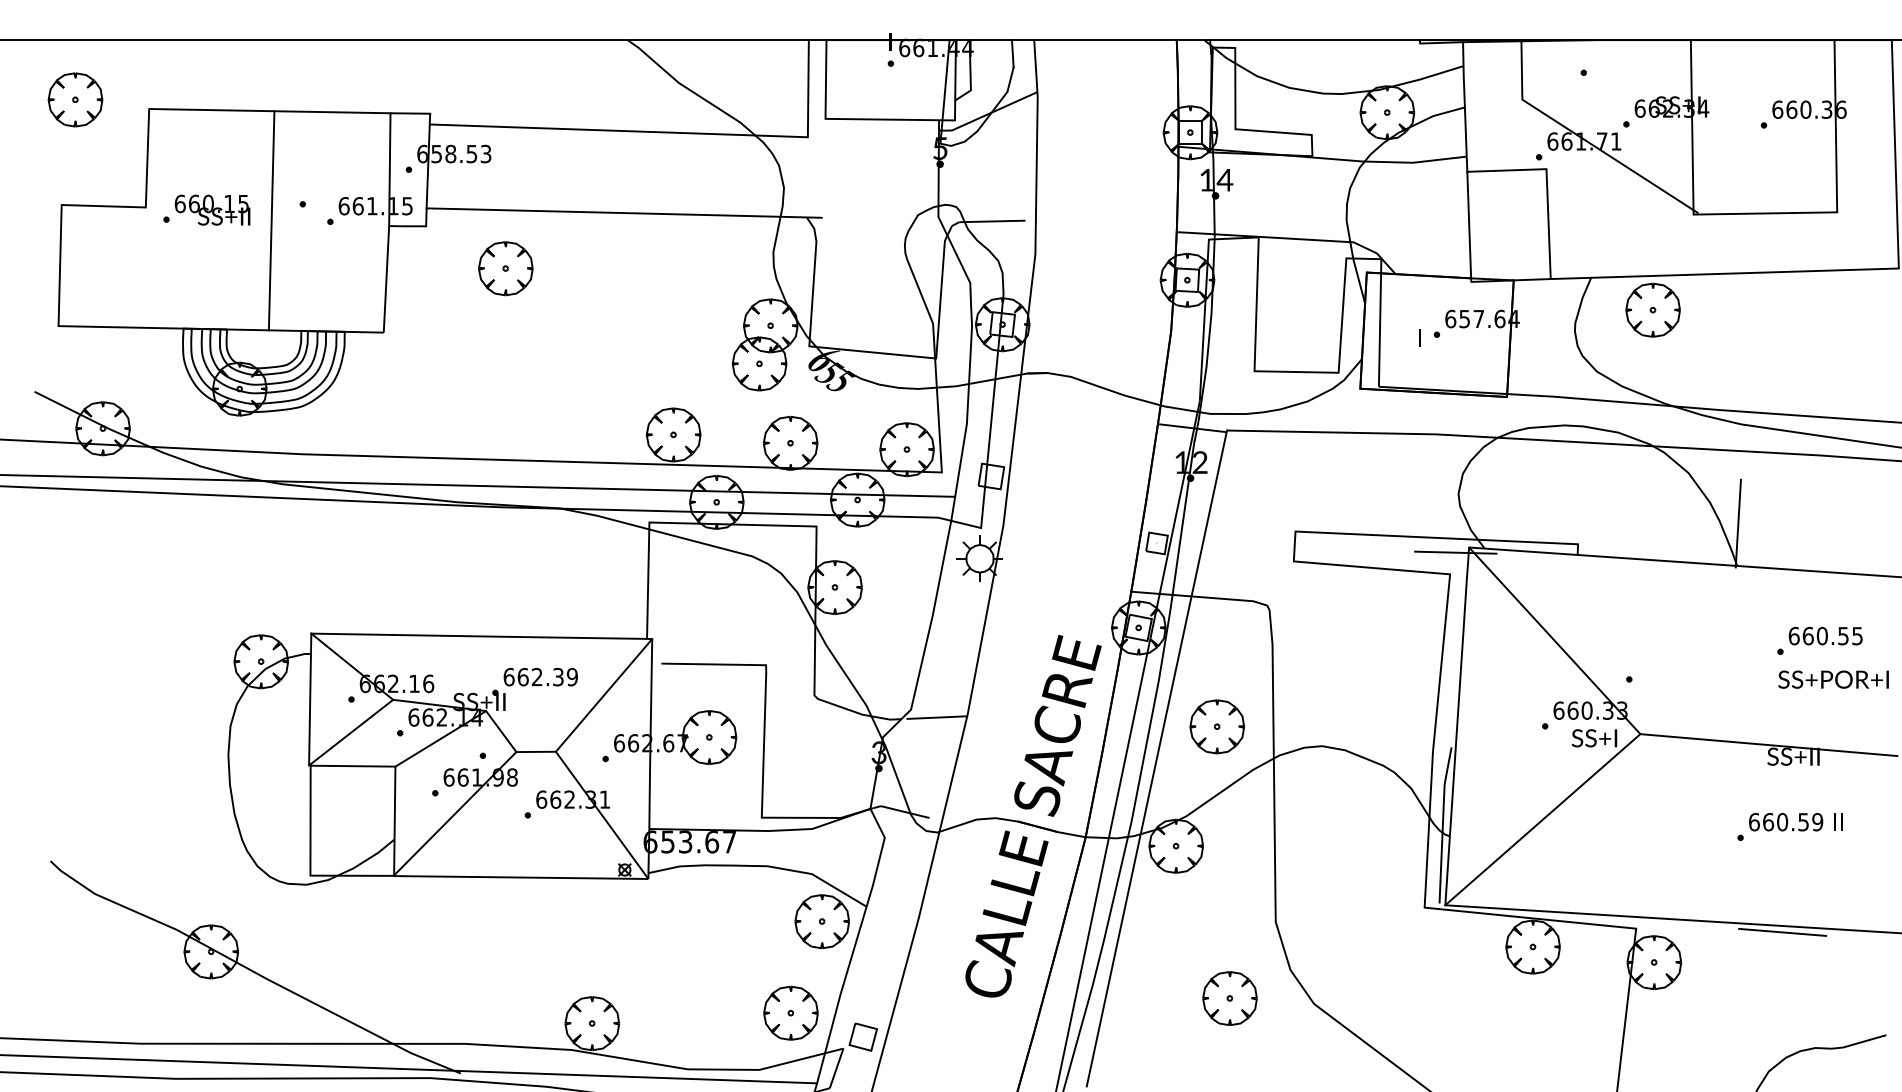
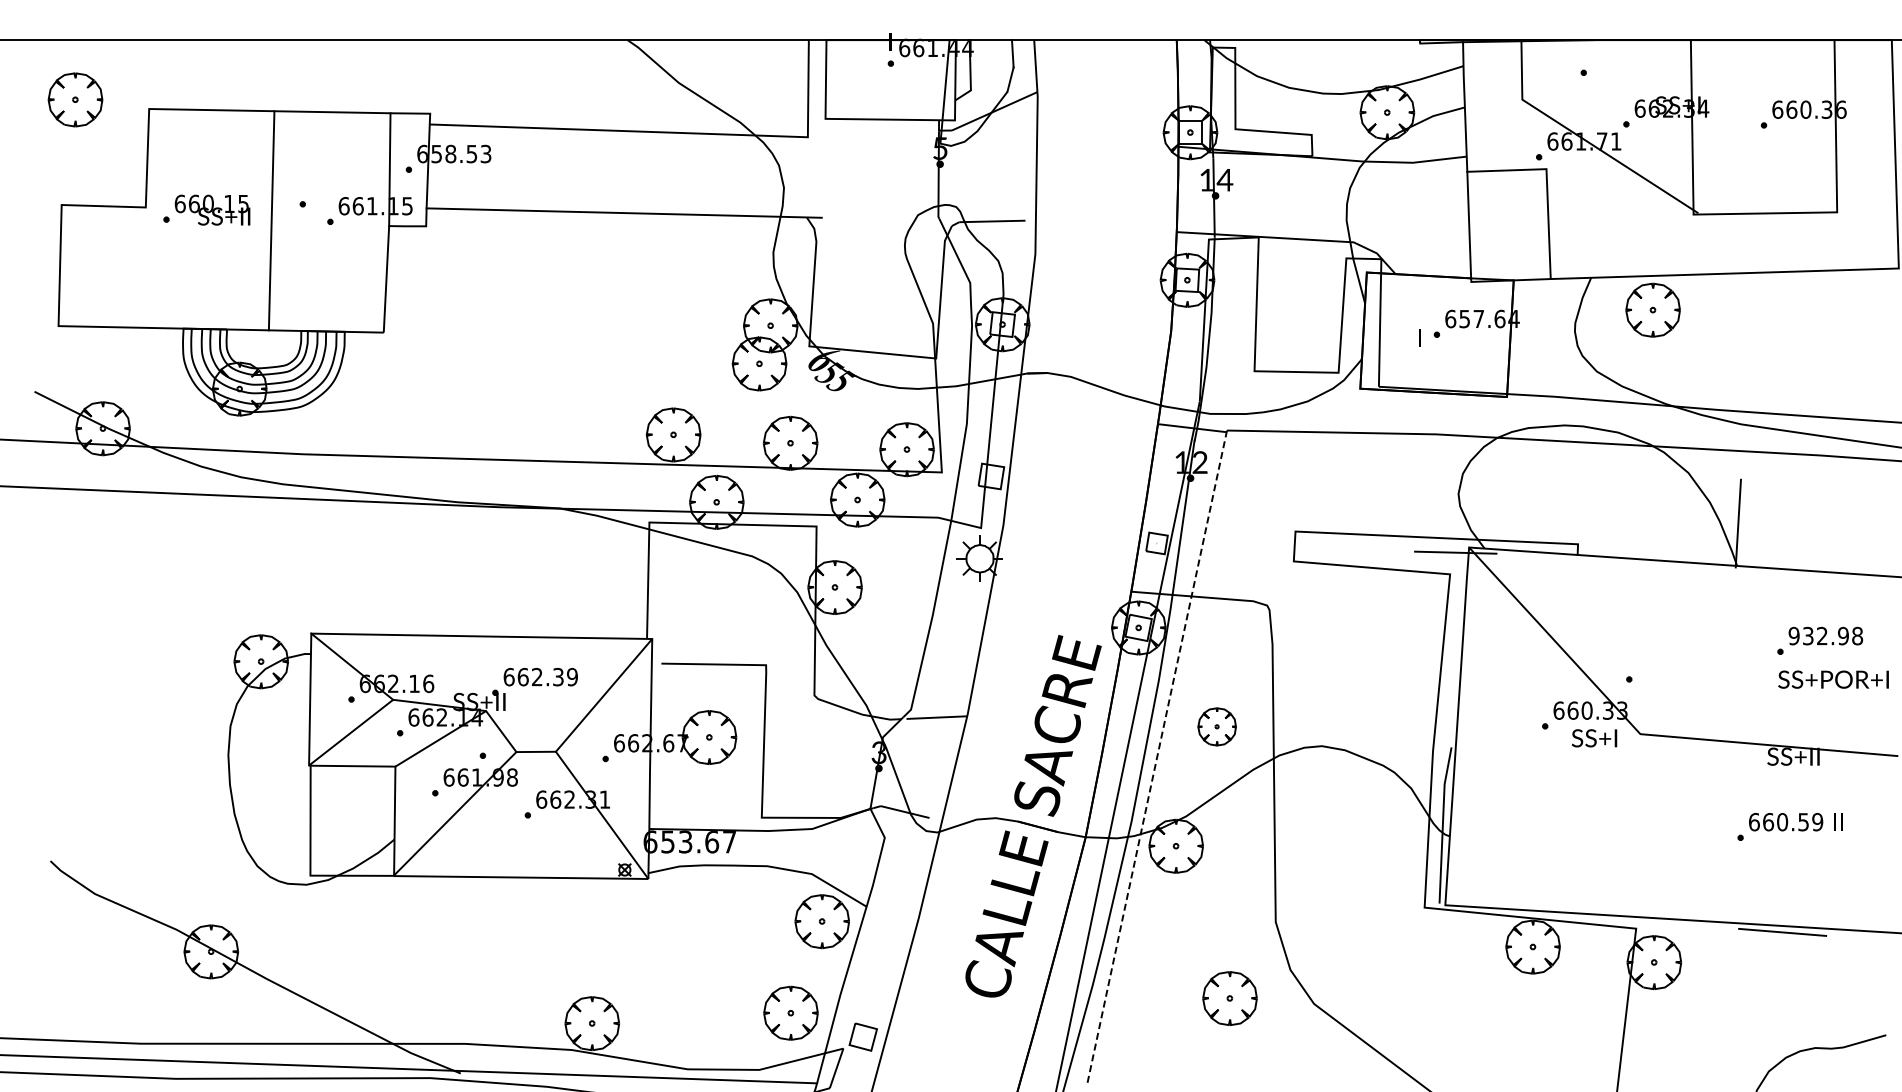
part at (505, 268): present -> none
line at (478, 485): present -> none
text at (1825, 635): 660.55 -> 932.98
part at (1216, 726) size: 56x56 px -> 40x40 px
line at (1156, 758): solid -> dashed
line at (1542, 819): present -> none
